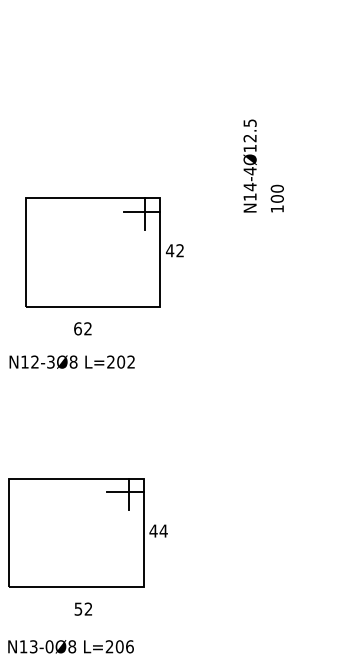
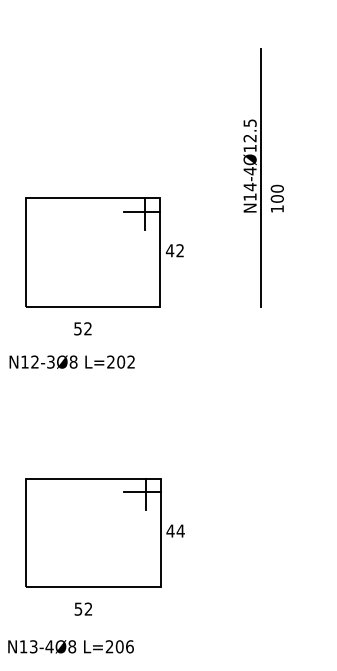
line at (260, 177): none -> present
text at (77, 328): 62 -> 52
part at (87, 532) position: (87, 532) -> (104, 532)
text at (49, 646): N13-0Ø8 -> N13-4Ø8
